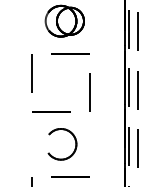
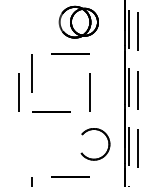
part at (64, 20) position: (64, 20) -> (78, 21)
line at (18, 92): none -> present
part at (74, 140) position: (74, 140) -> (107, 140)
